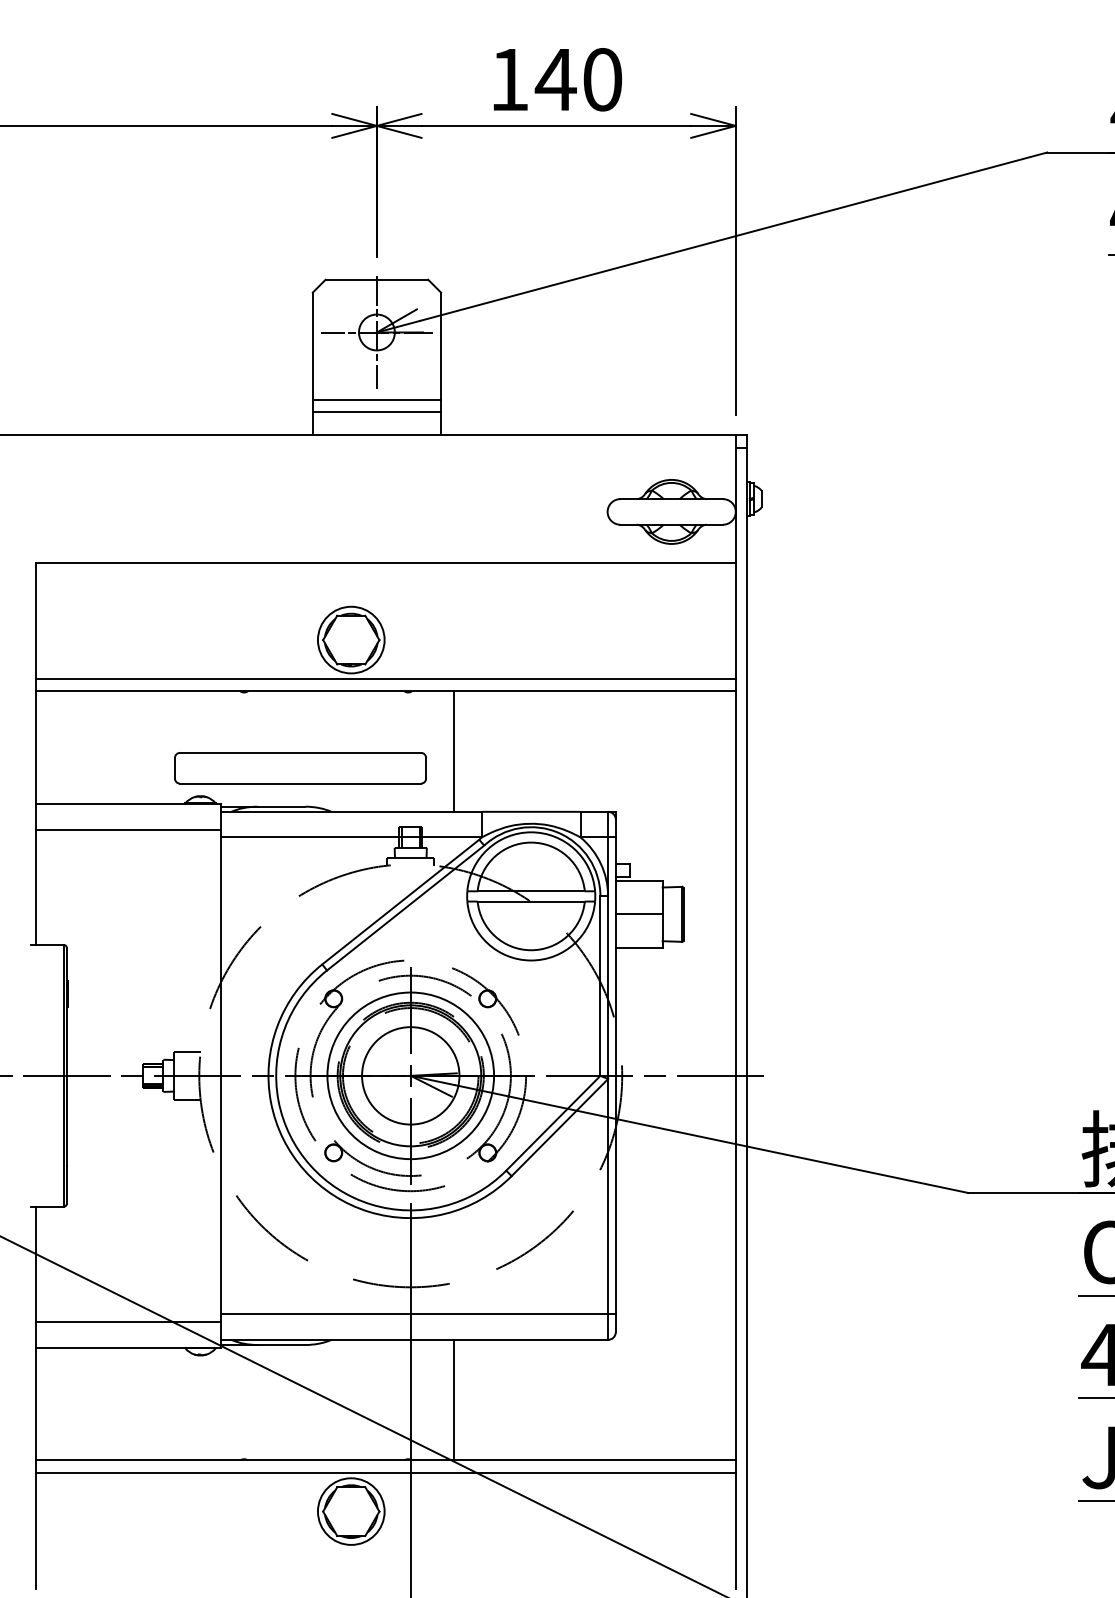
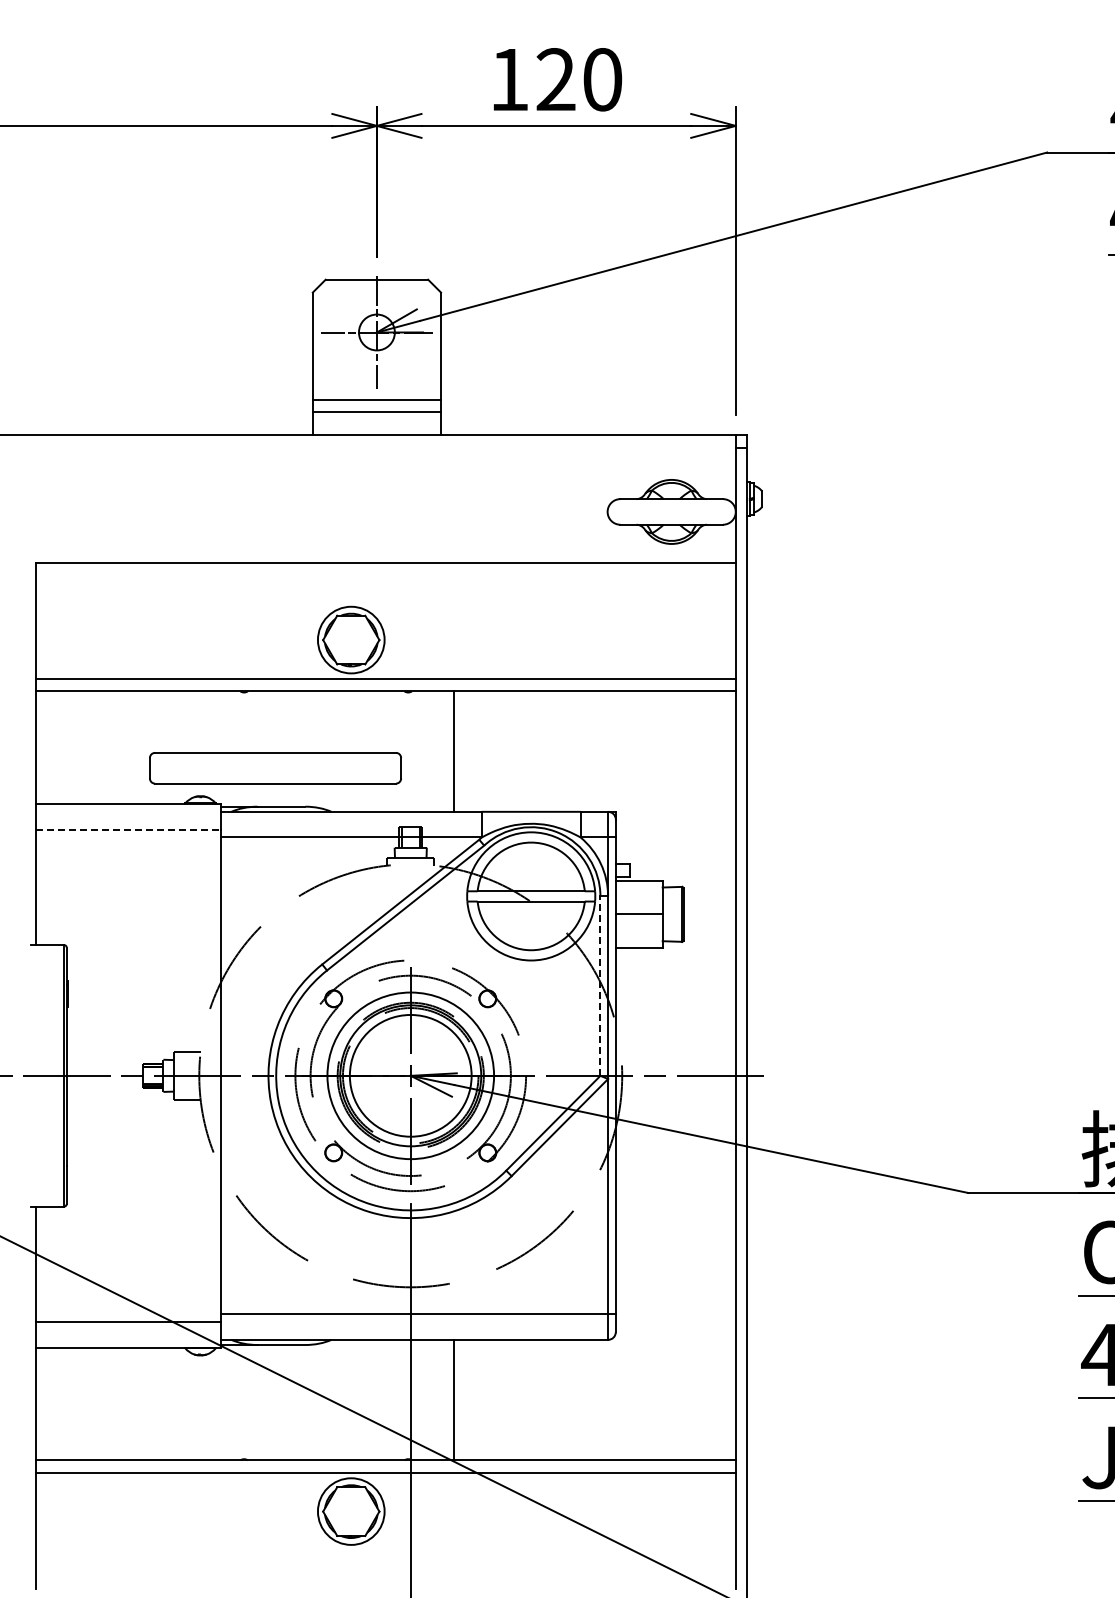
text at (555, 79): 140 -> 120
part at (300, 768) position: (300, 768) -> (275, 768)
line at (128, 829): solid -> dashed
line at (600, 986): solid -> dashed
circle at (410, 1075) diameter: 97 px -> 122 px
